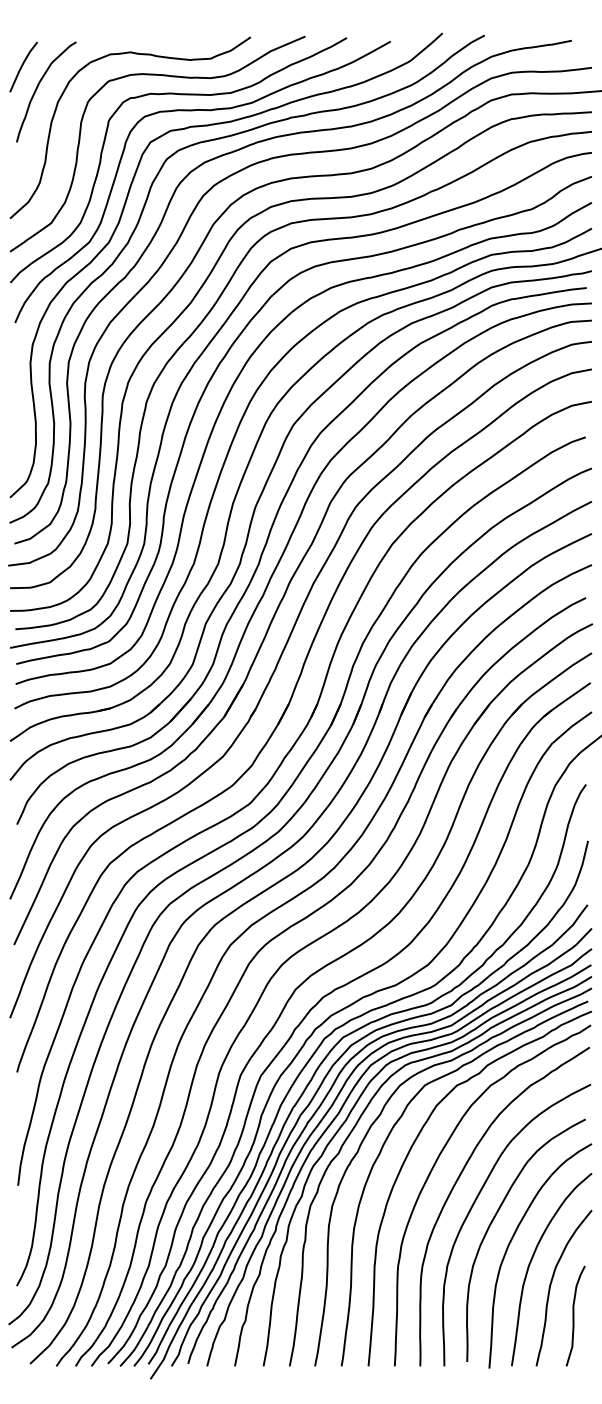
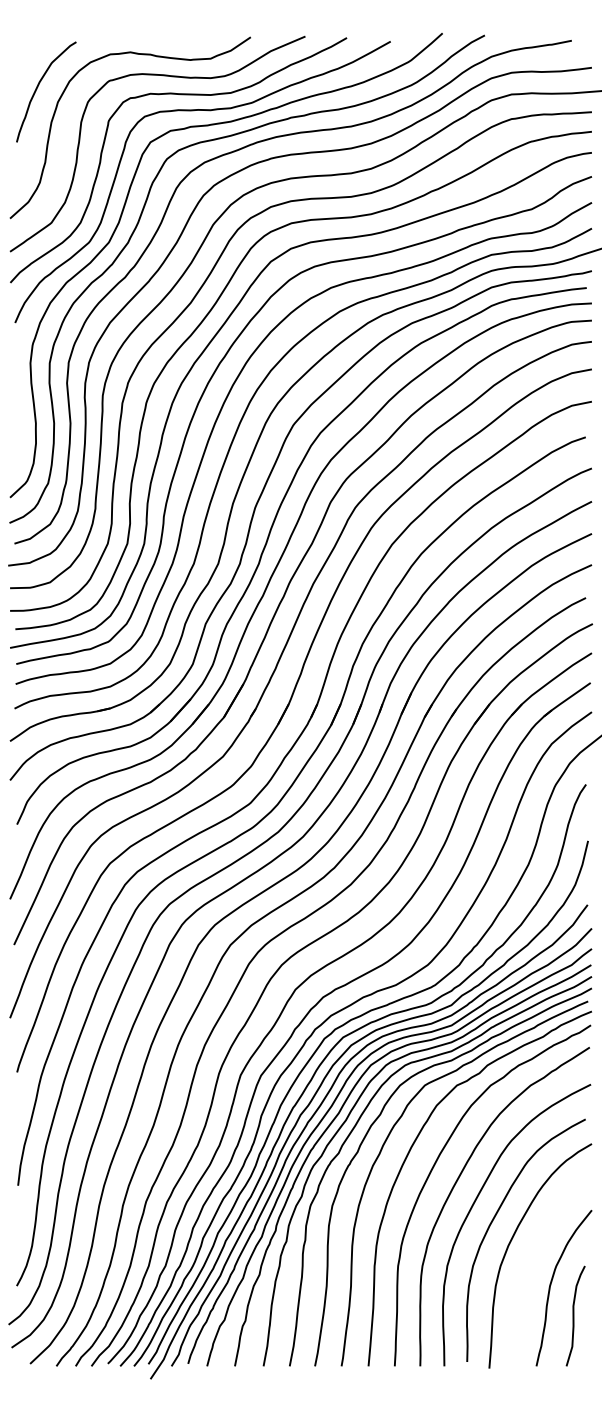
line at (23, 65): present -> none
curve at (532, 1260): present -> none
